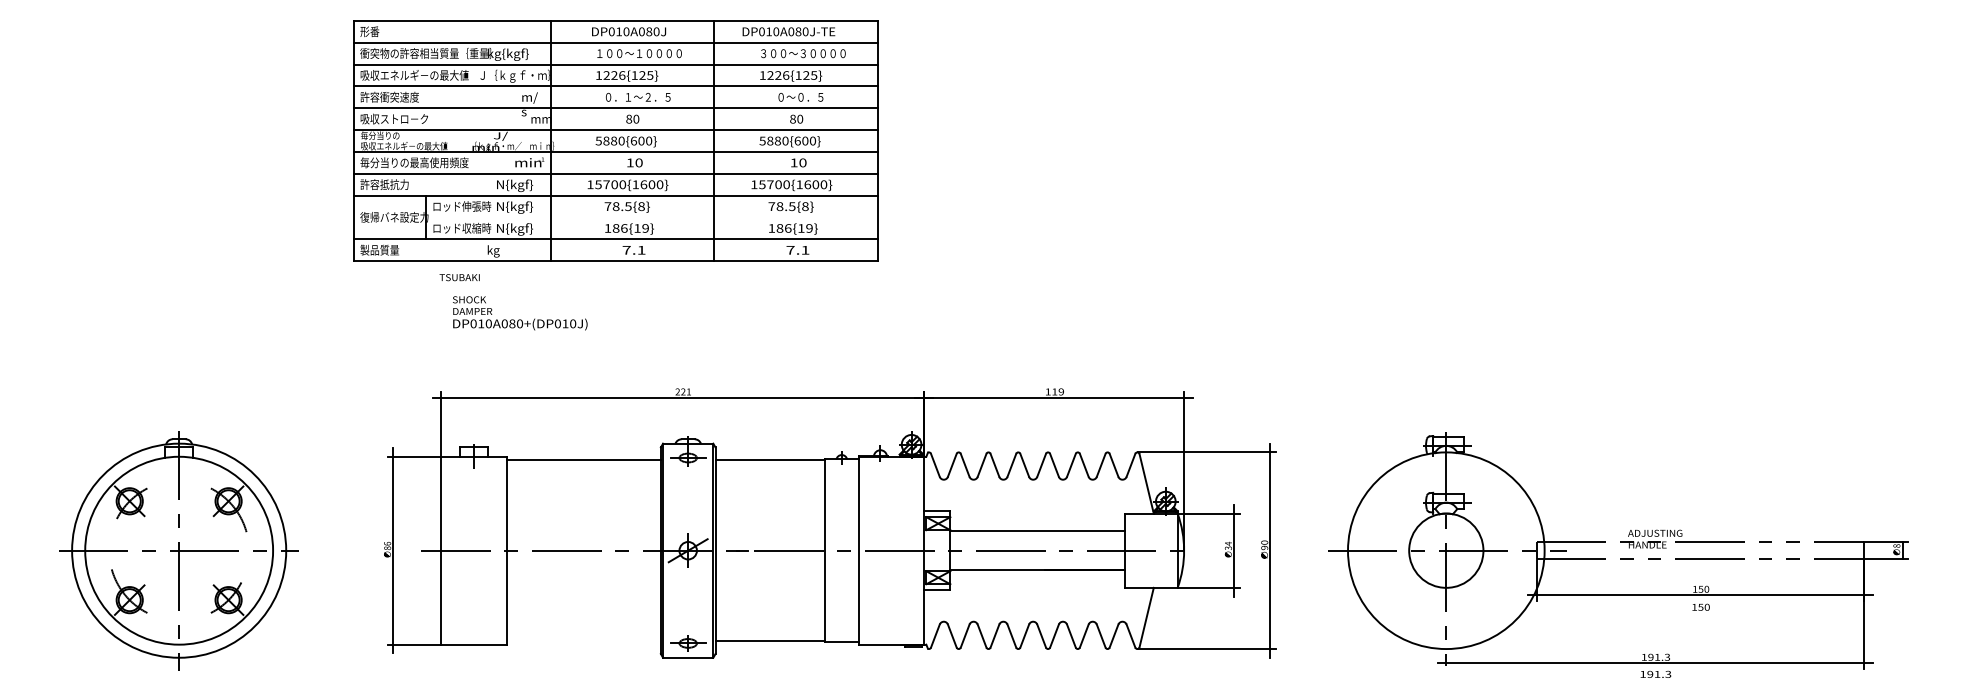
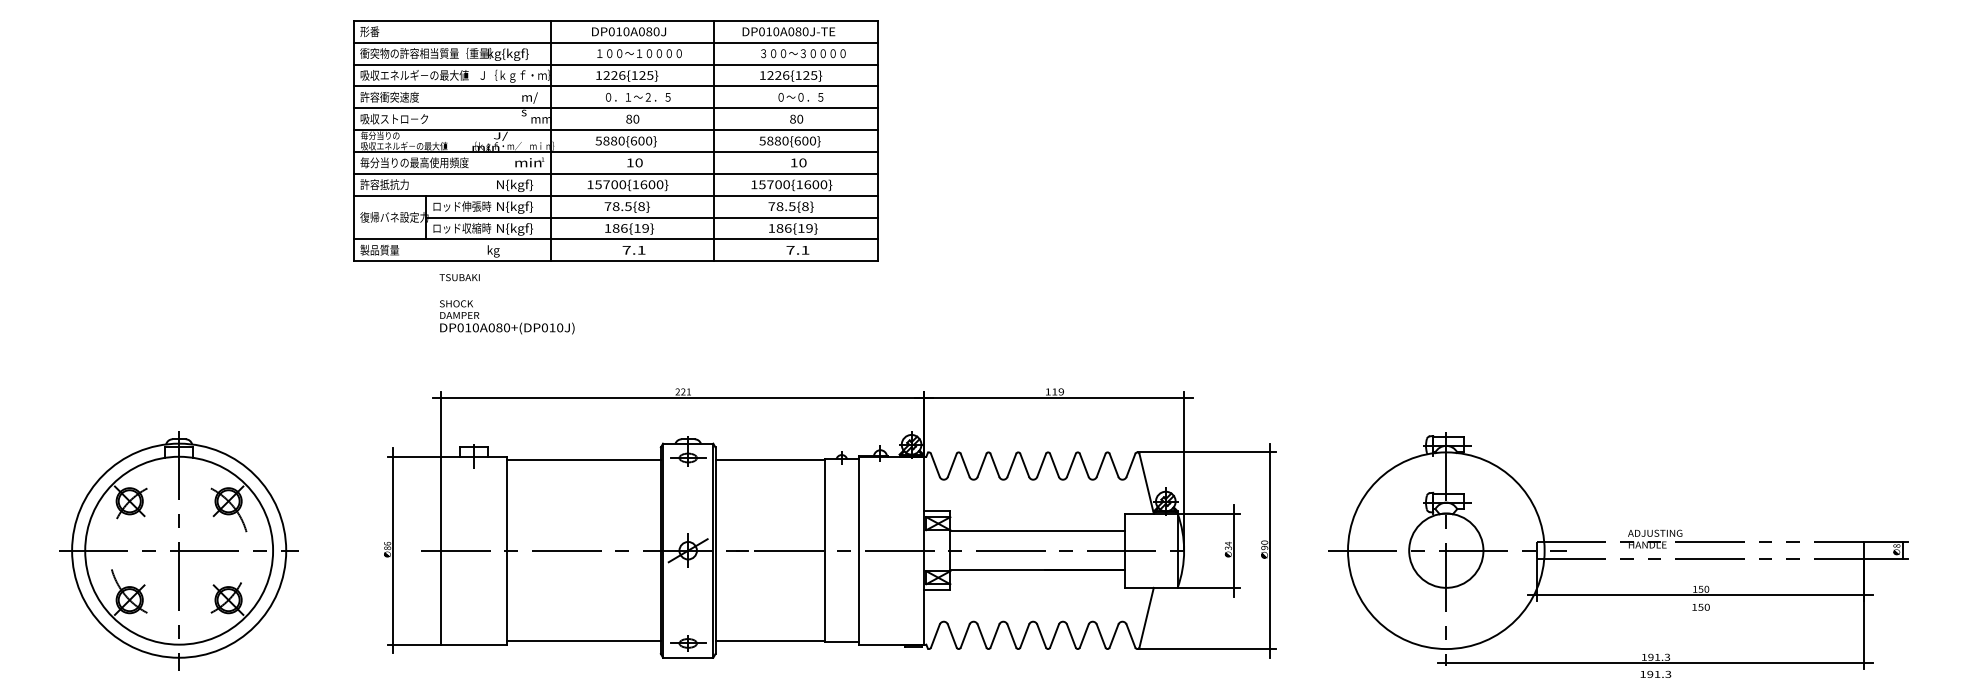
line at (652, 217): none -> present
text at (520, 313) position: (520, 313) -> (507, 317)
line at (583, 640): none -> present
